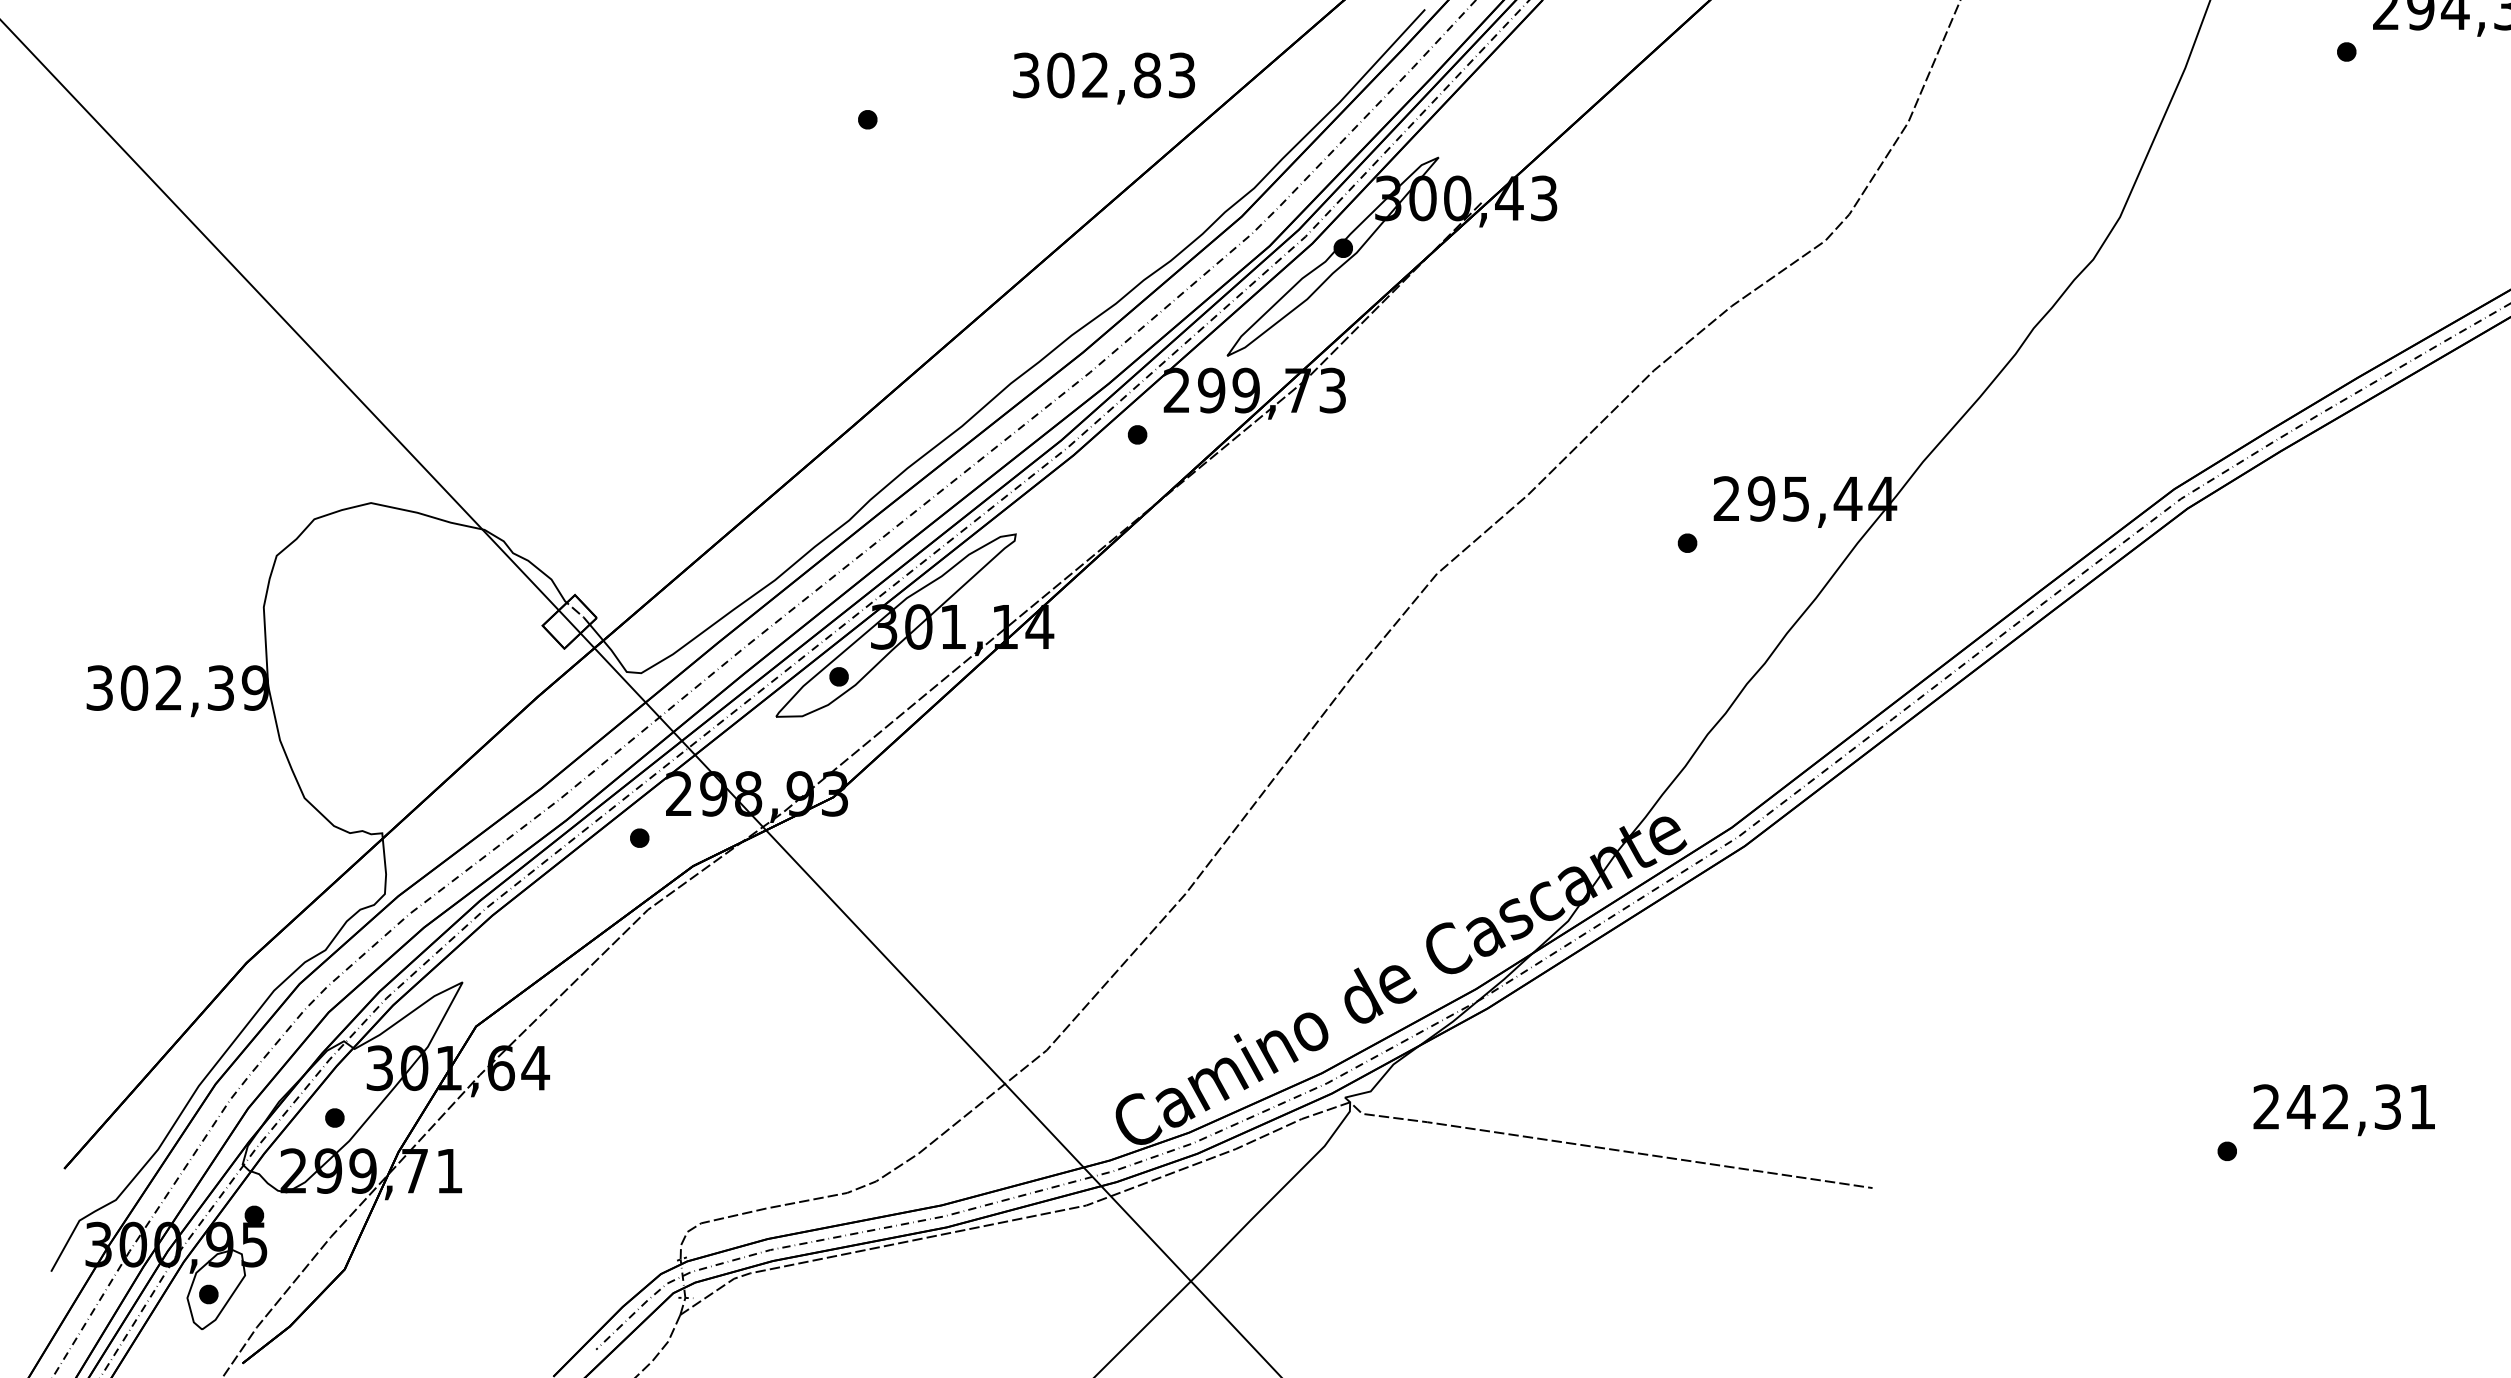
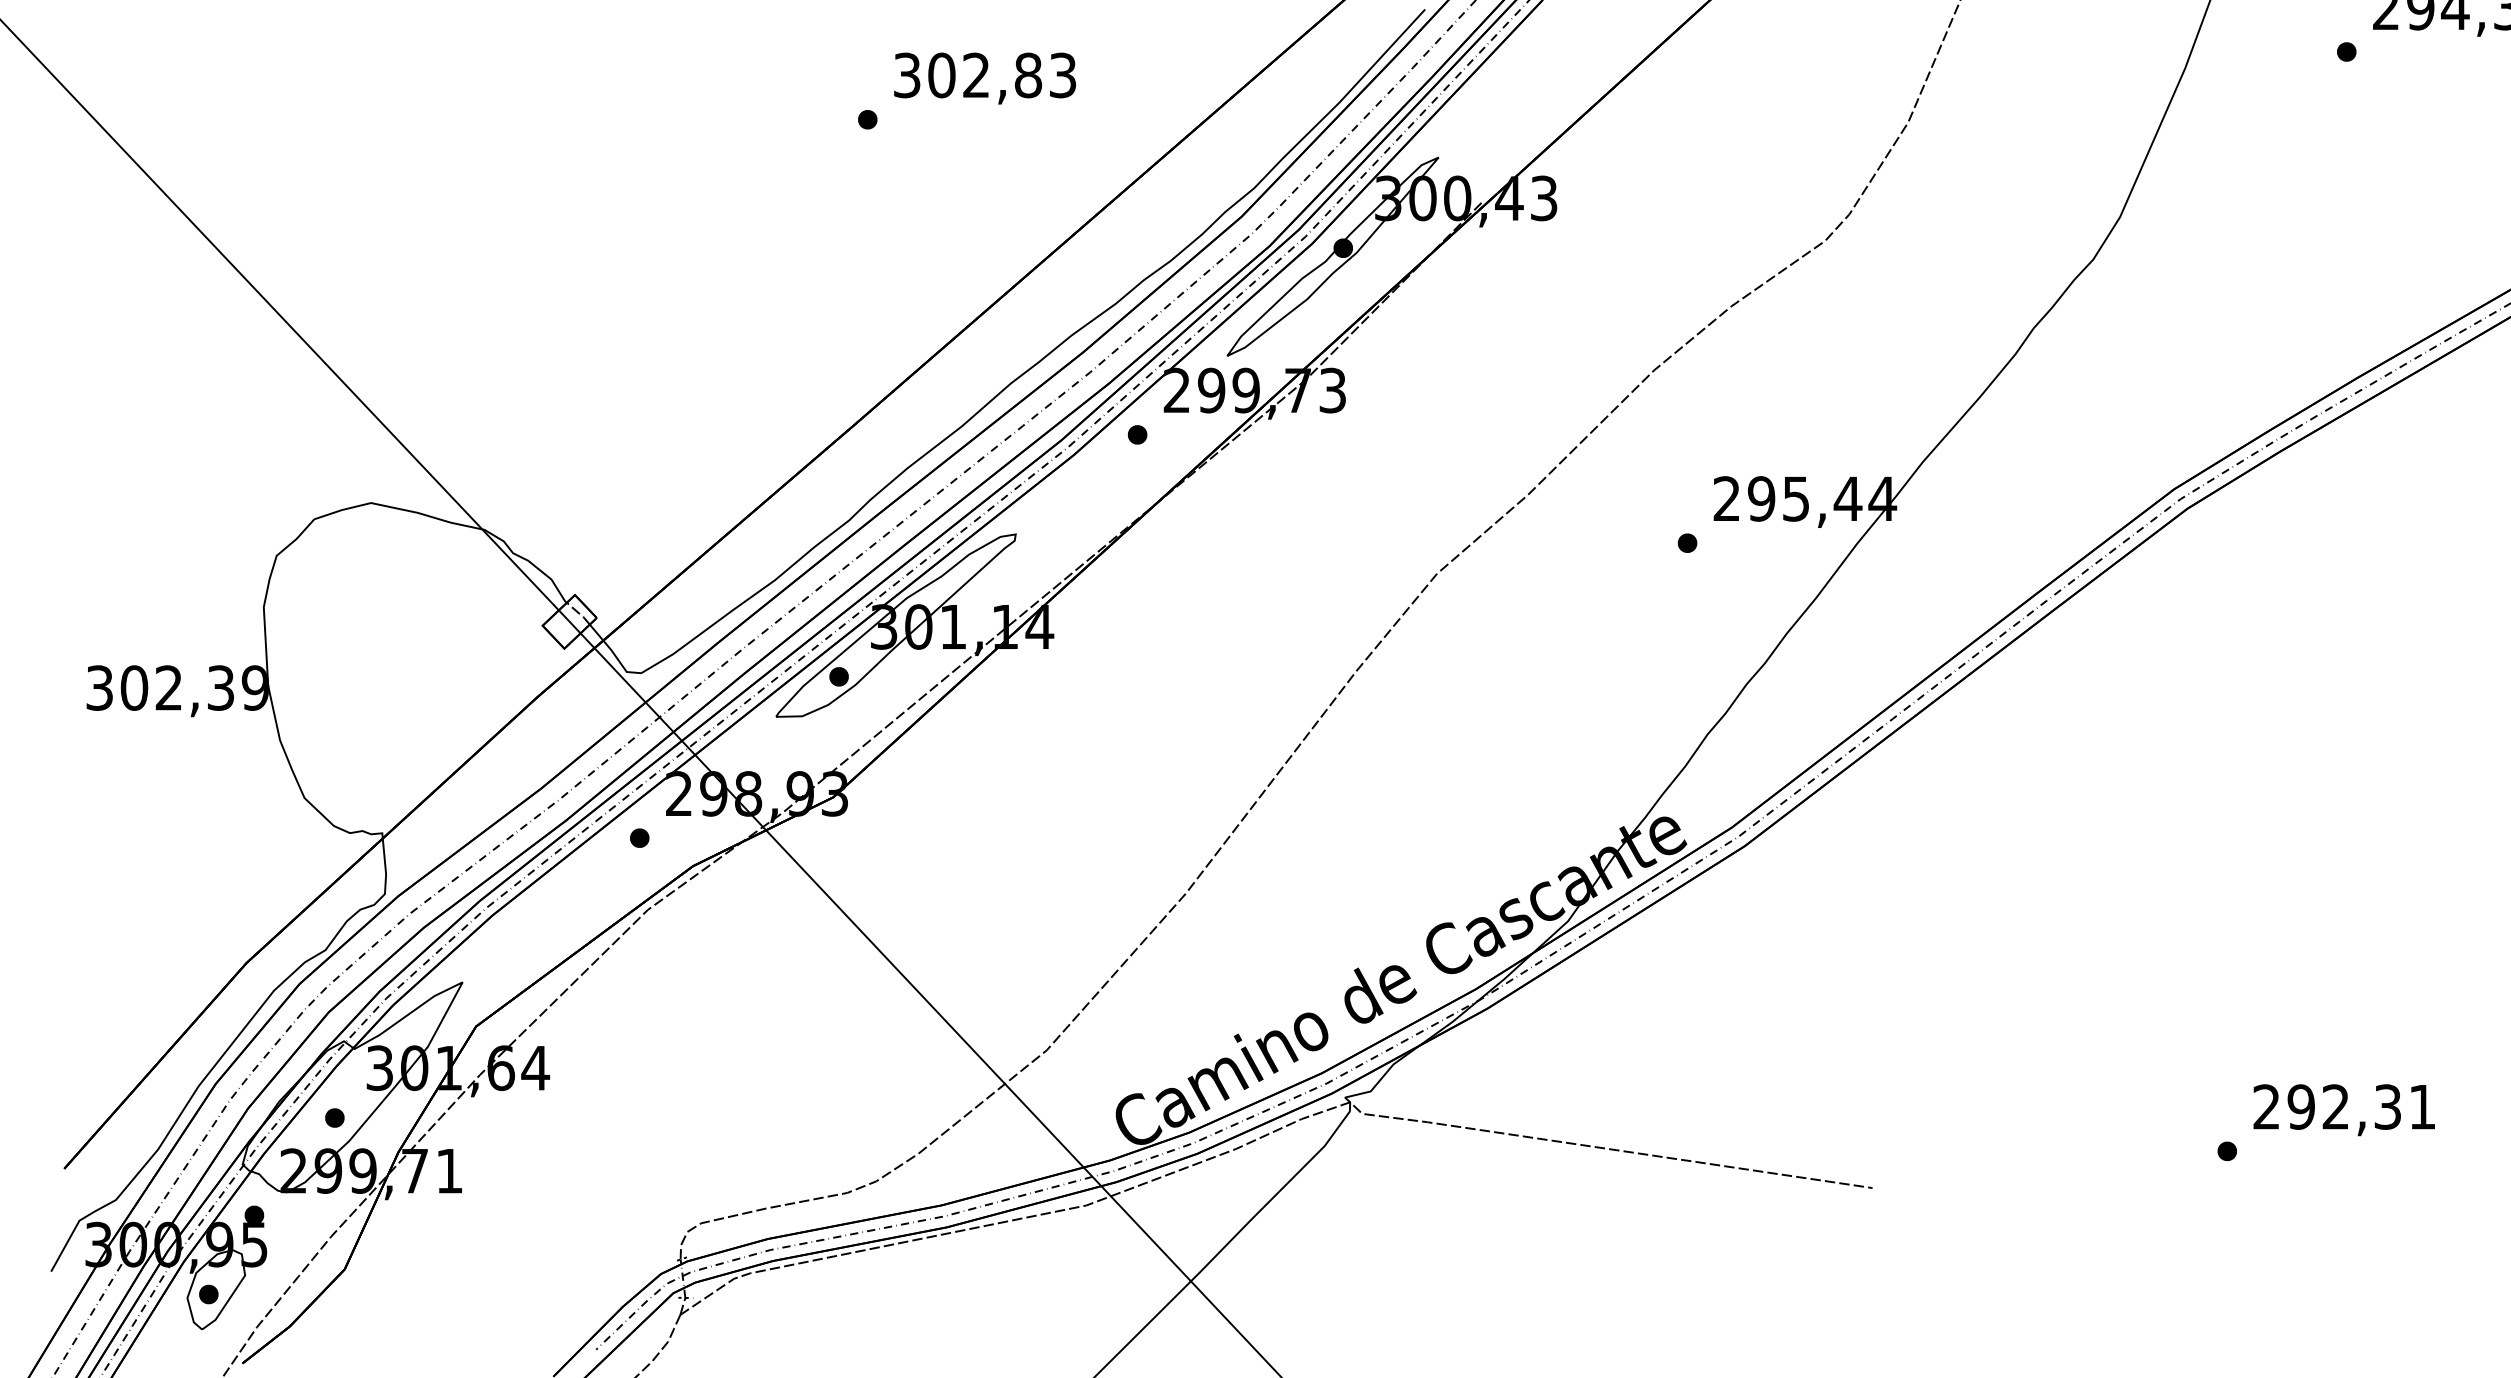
text at (1103, 78) position: (1103, 78) -> (984, 78)
text at (2300, 1106): 242,31 -> 292,31
